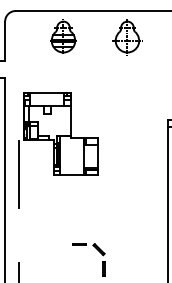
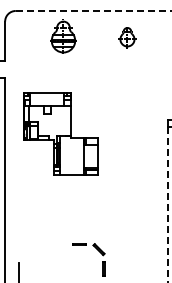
line at (93, 10): solid -> dashed
part at (127, 37) size: 31x37 px -> 19x22 px
line at (19, 174): present -> none
line at (167, 205): solid -> dashed
